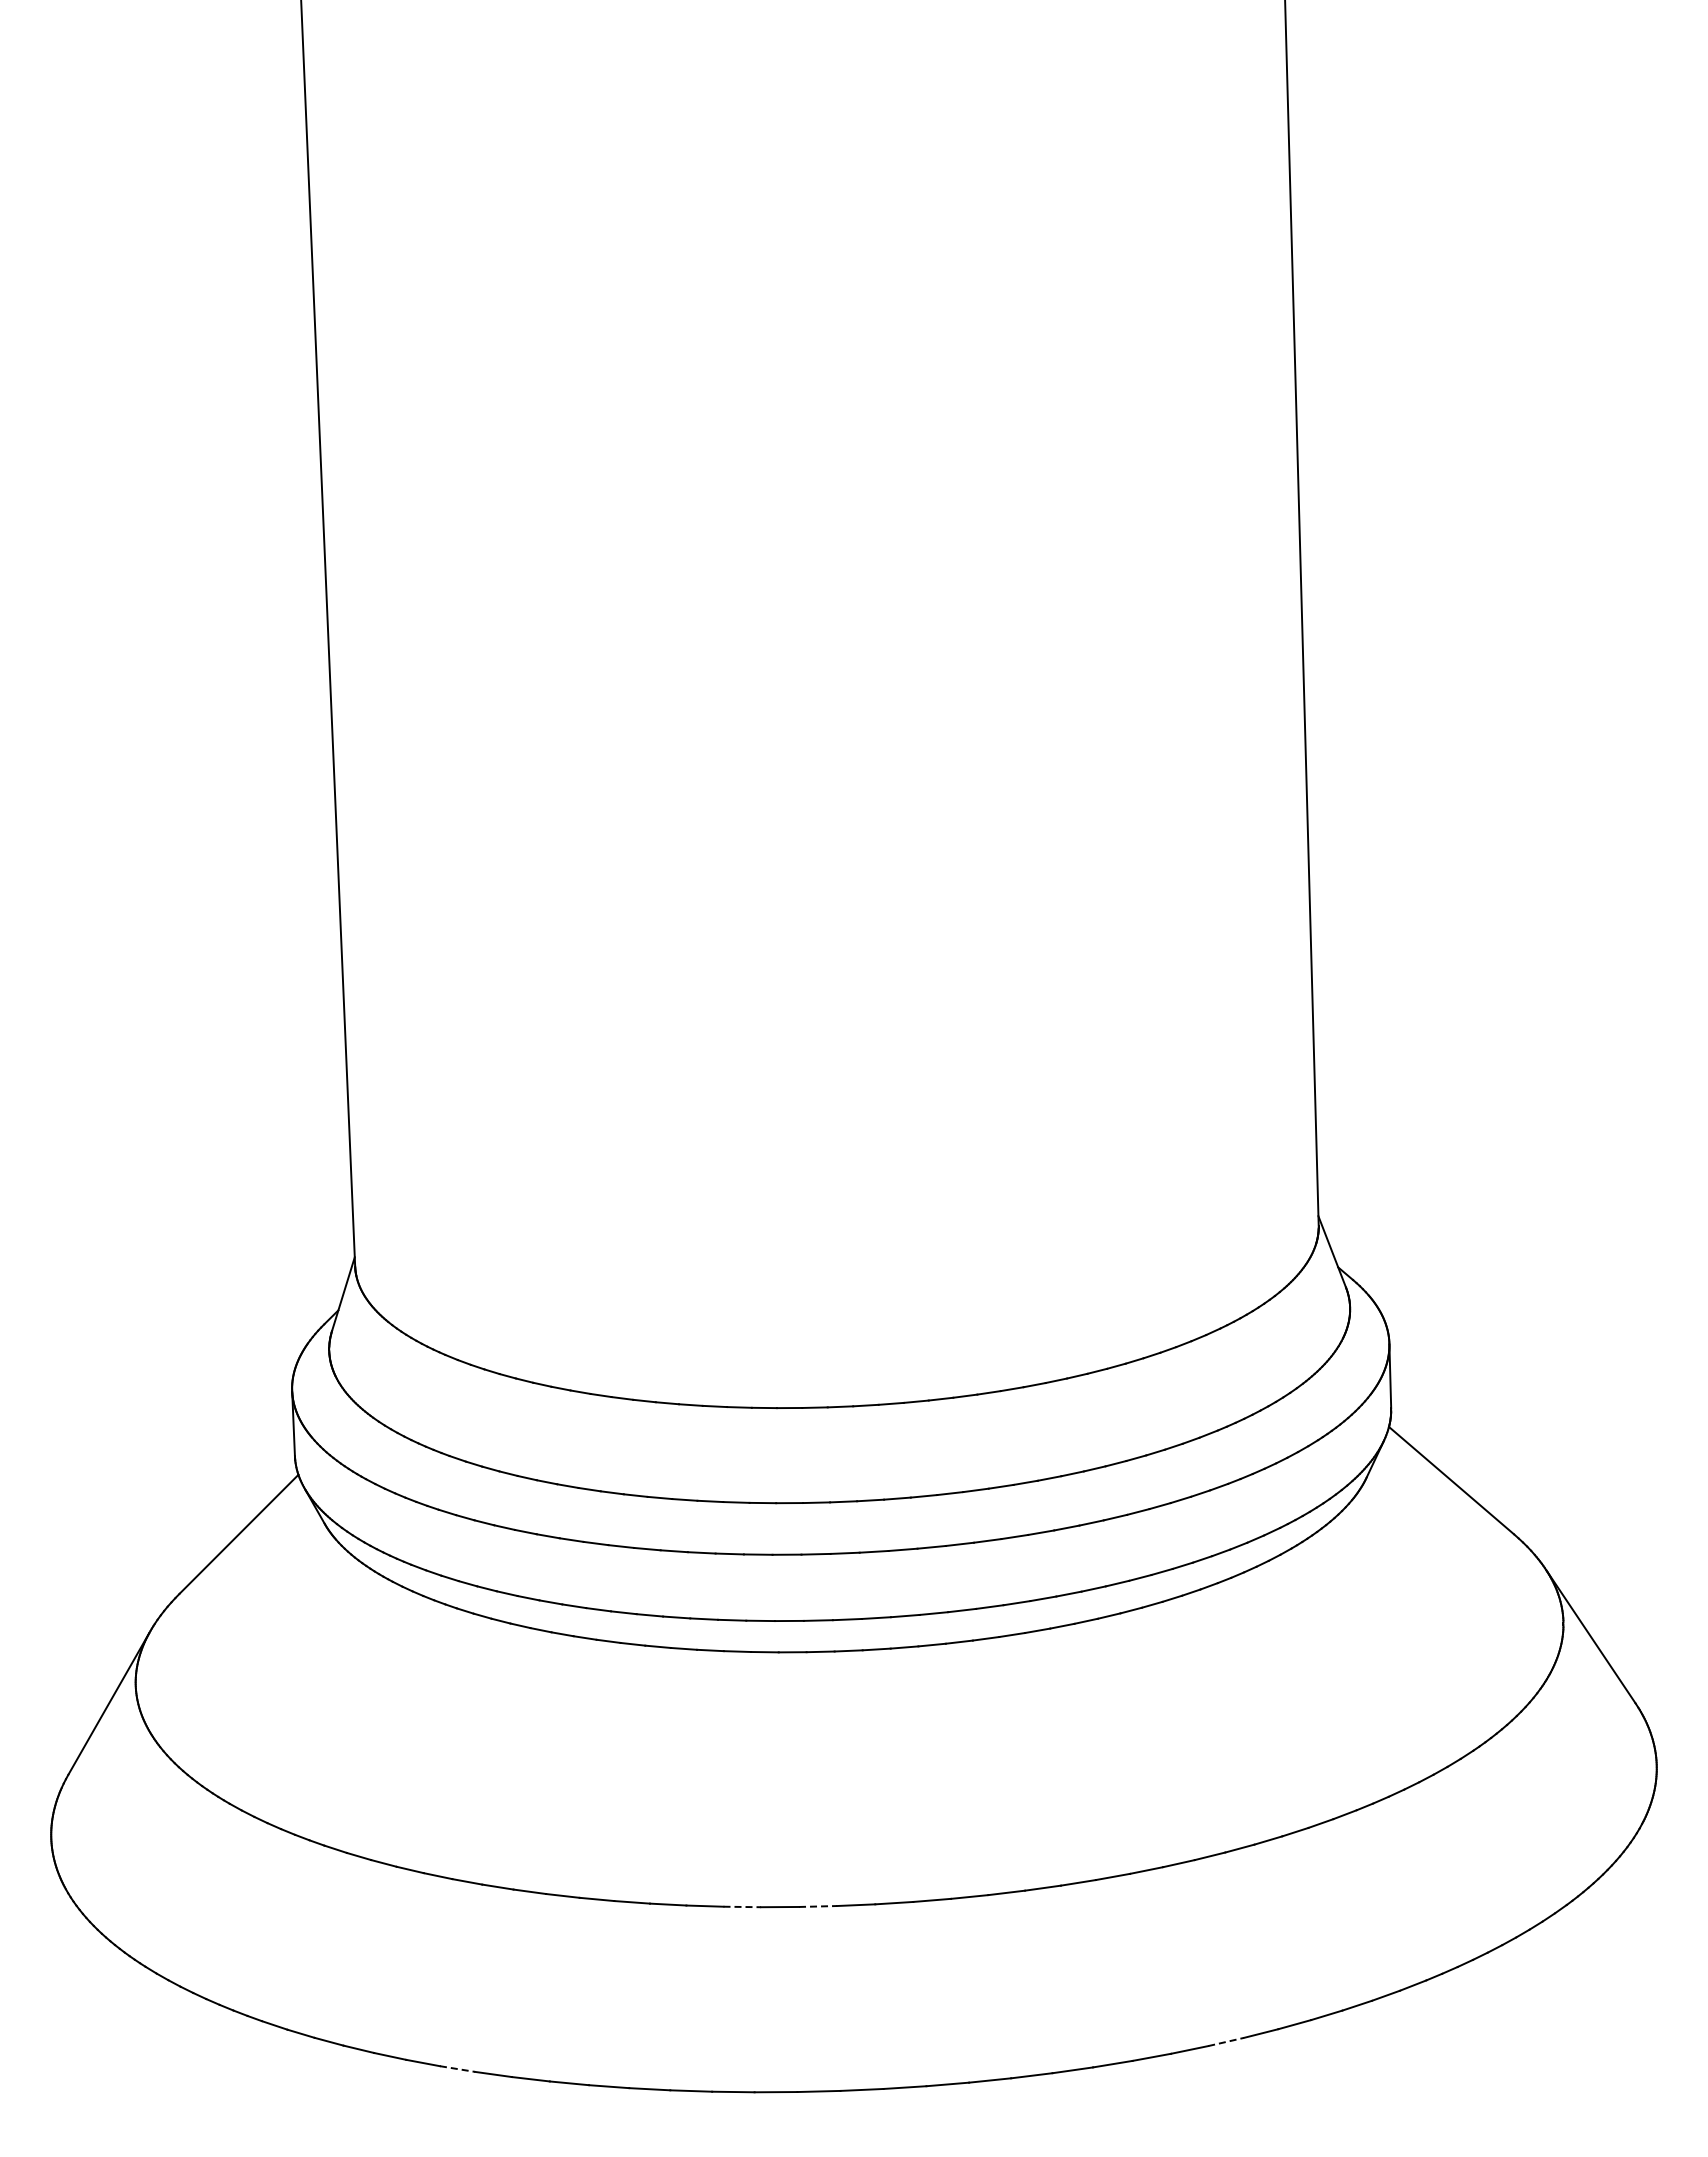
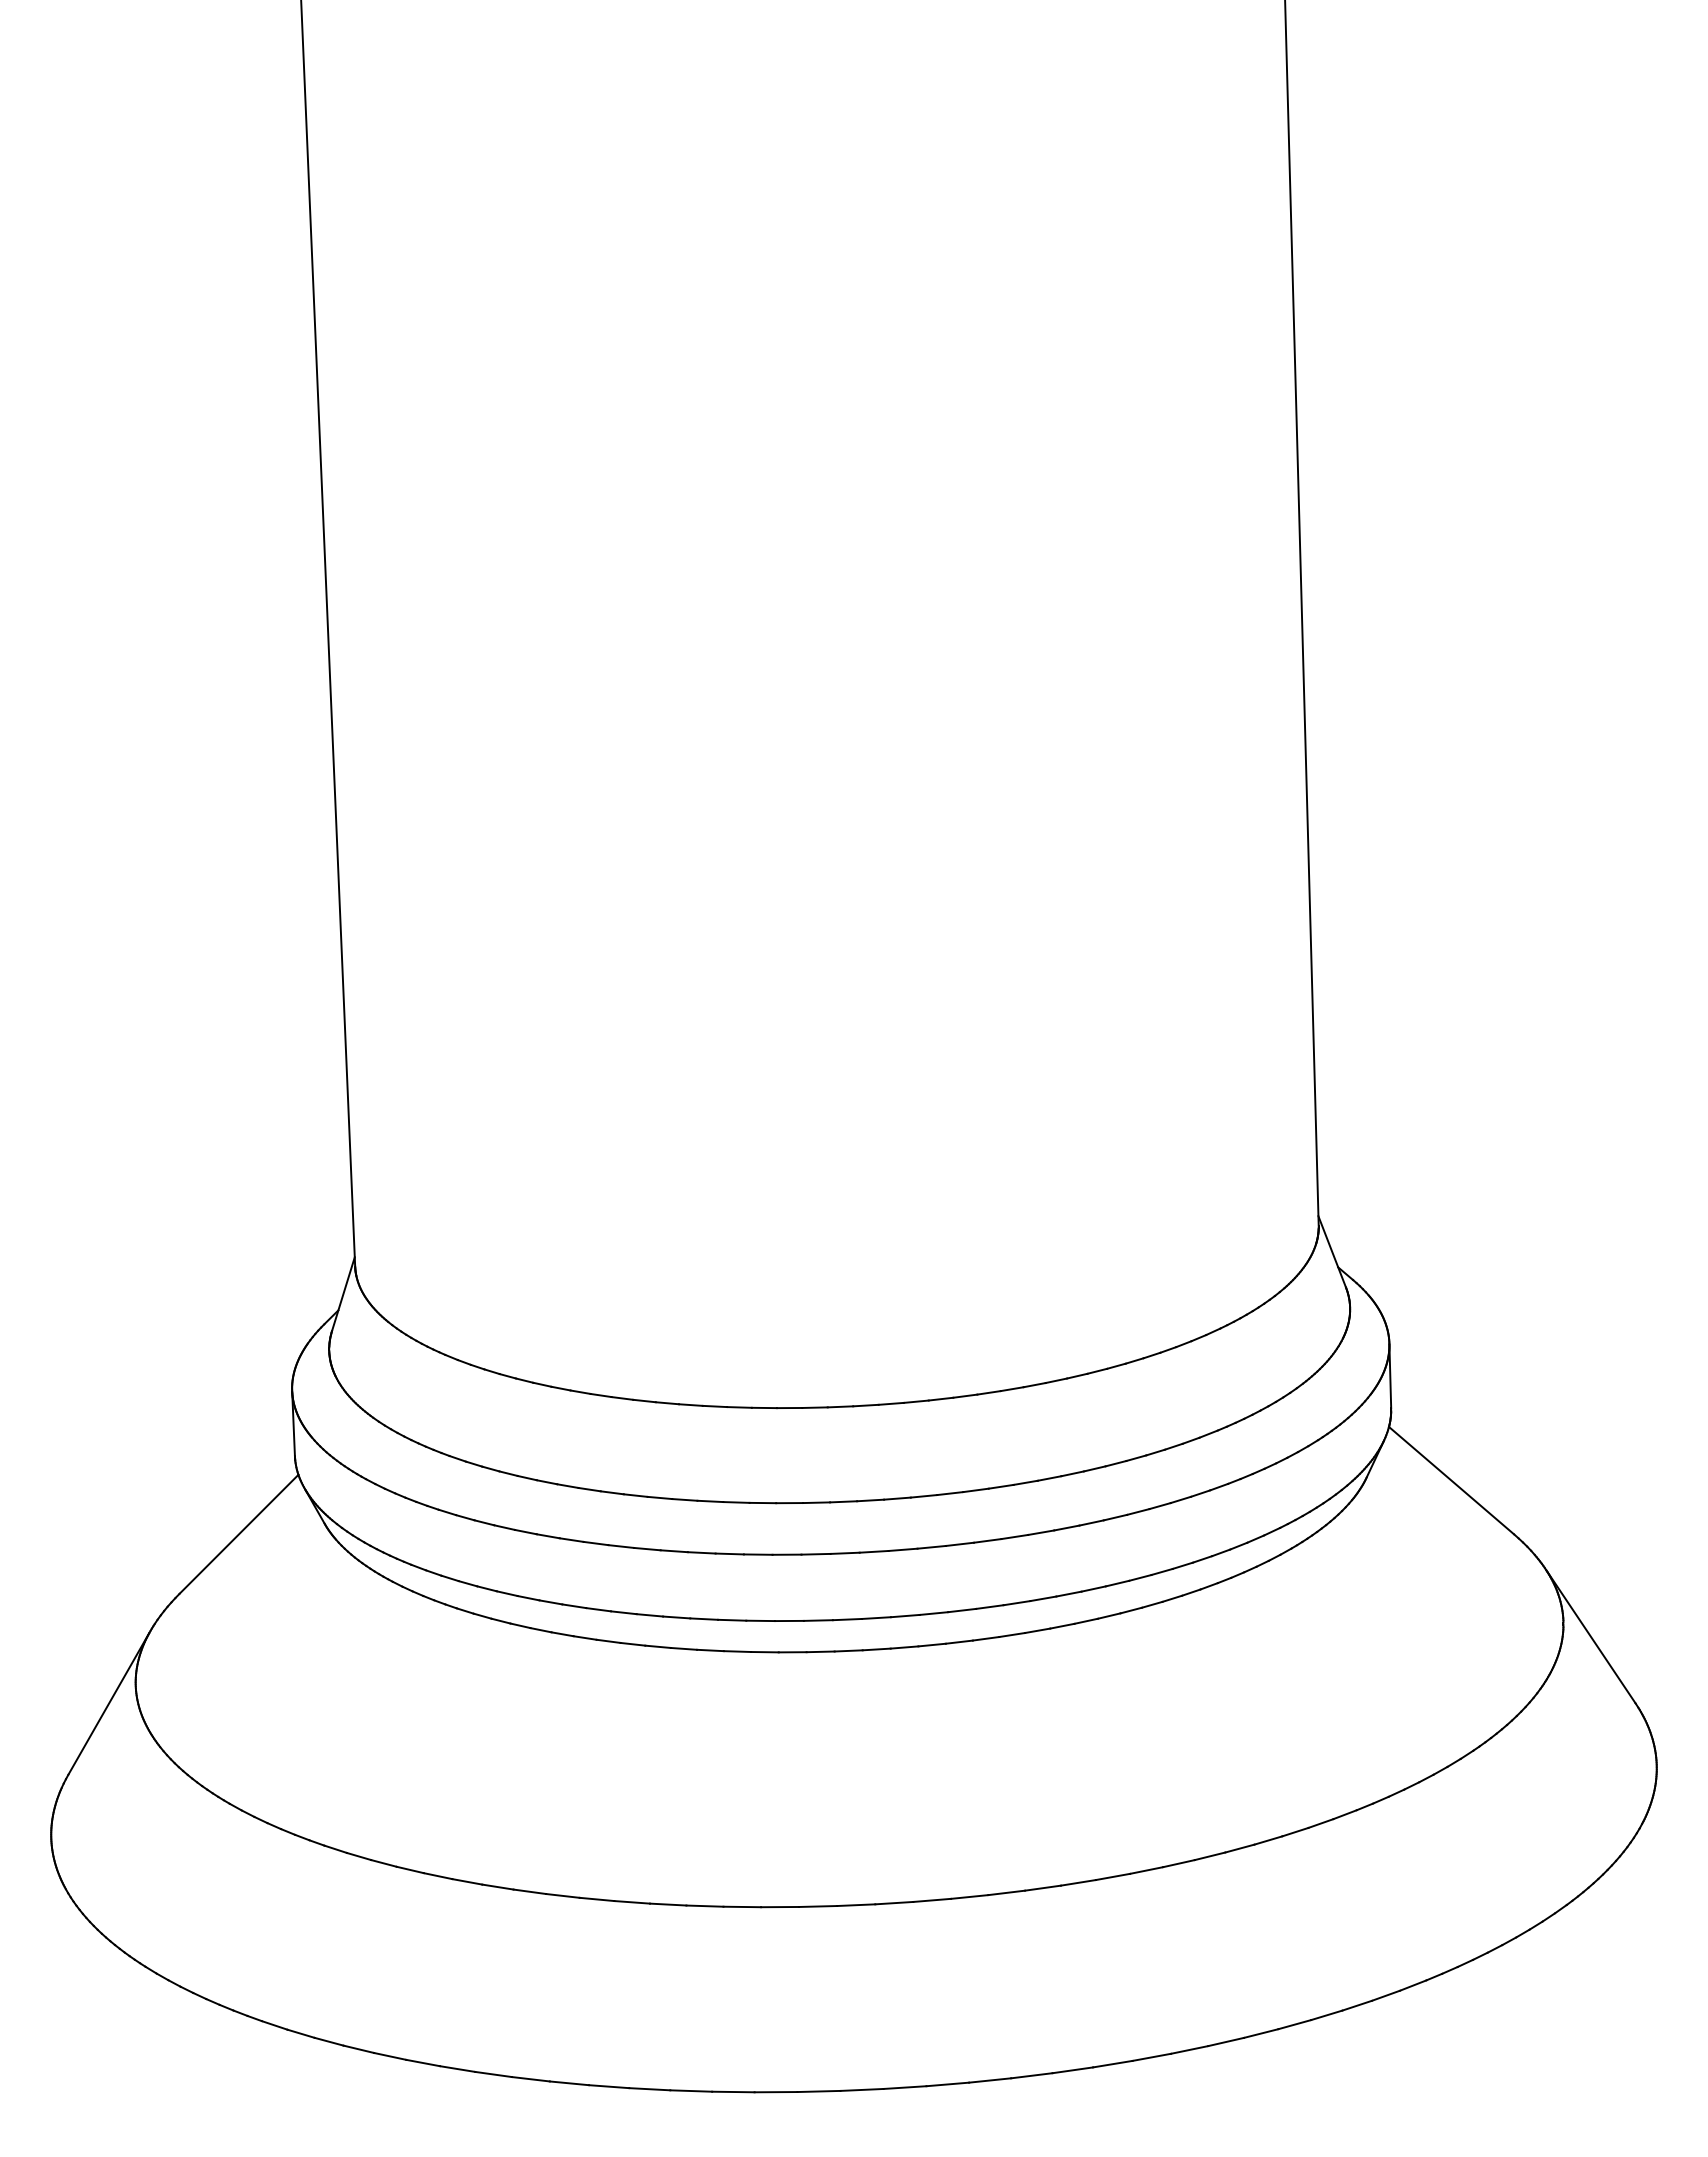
line at (742, 1906): dashed -> solid
line at (818, 1906): dashed -> solid
line at (1226, 2041): dashed -> solid
line at (457, 2069): dashed -> solid
